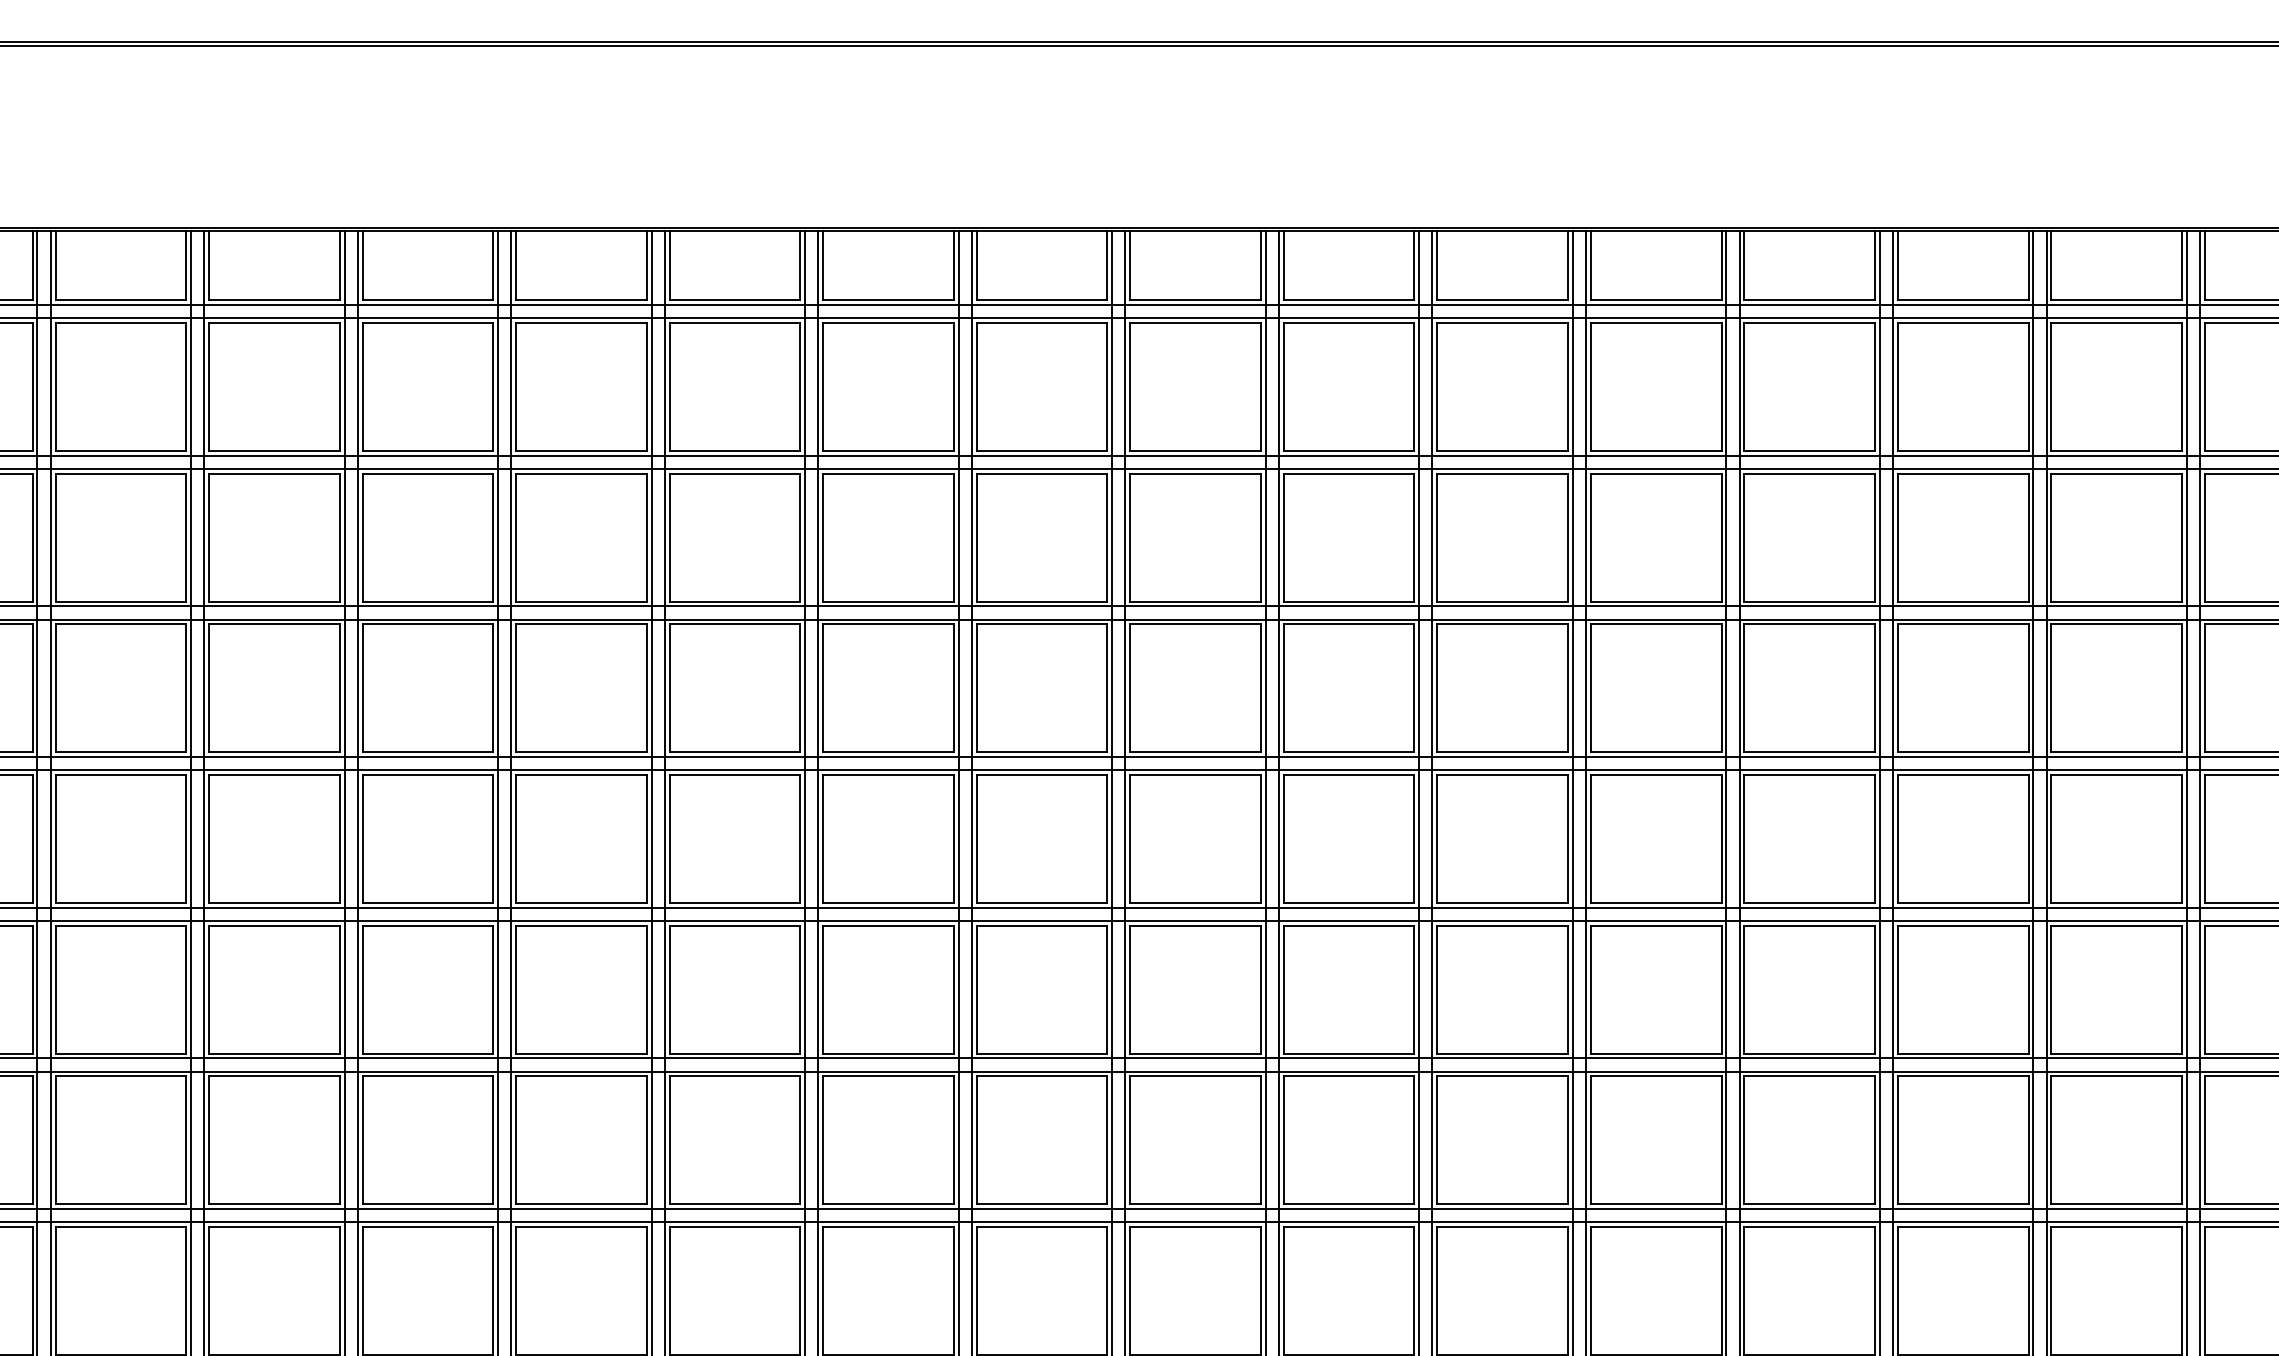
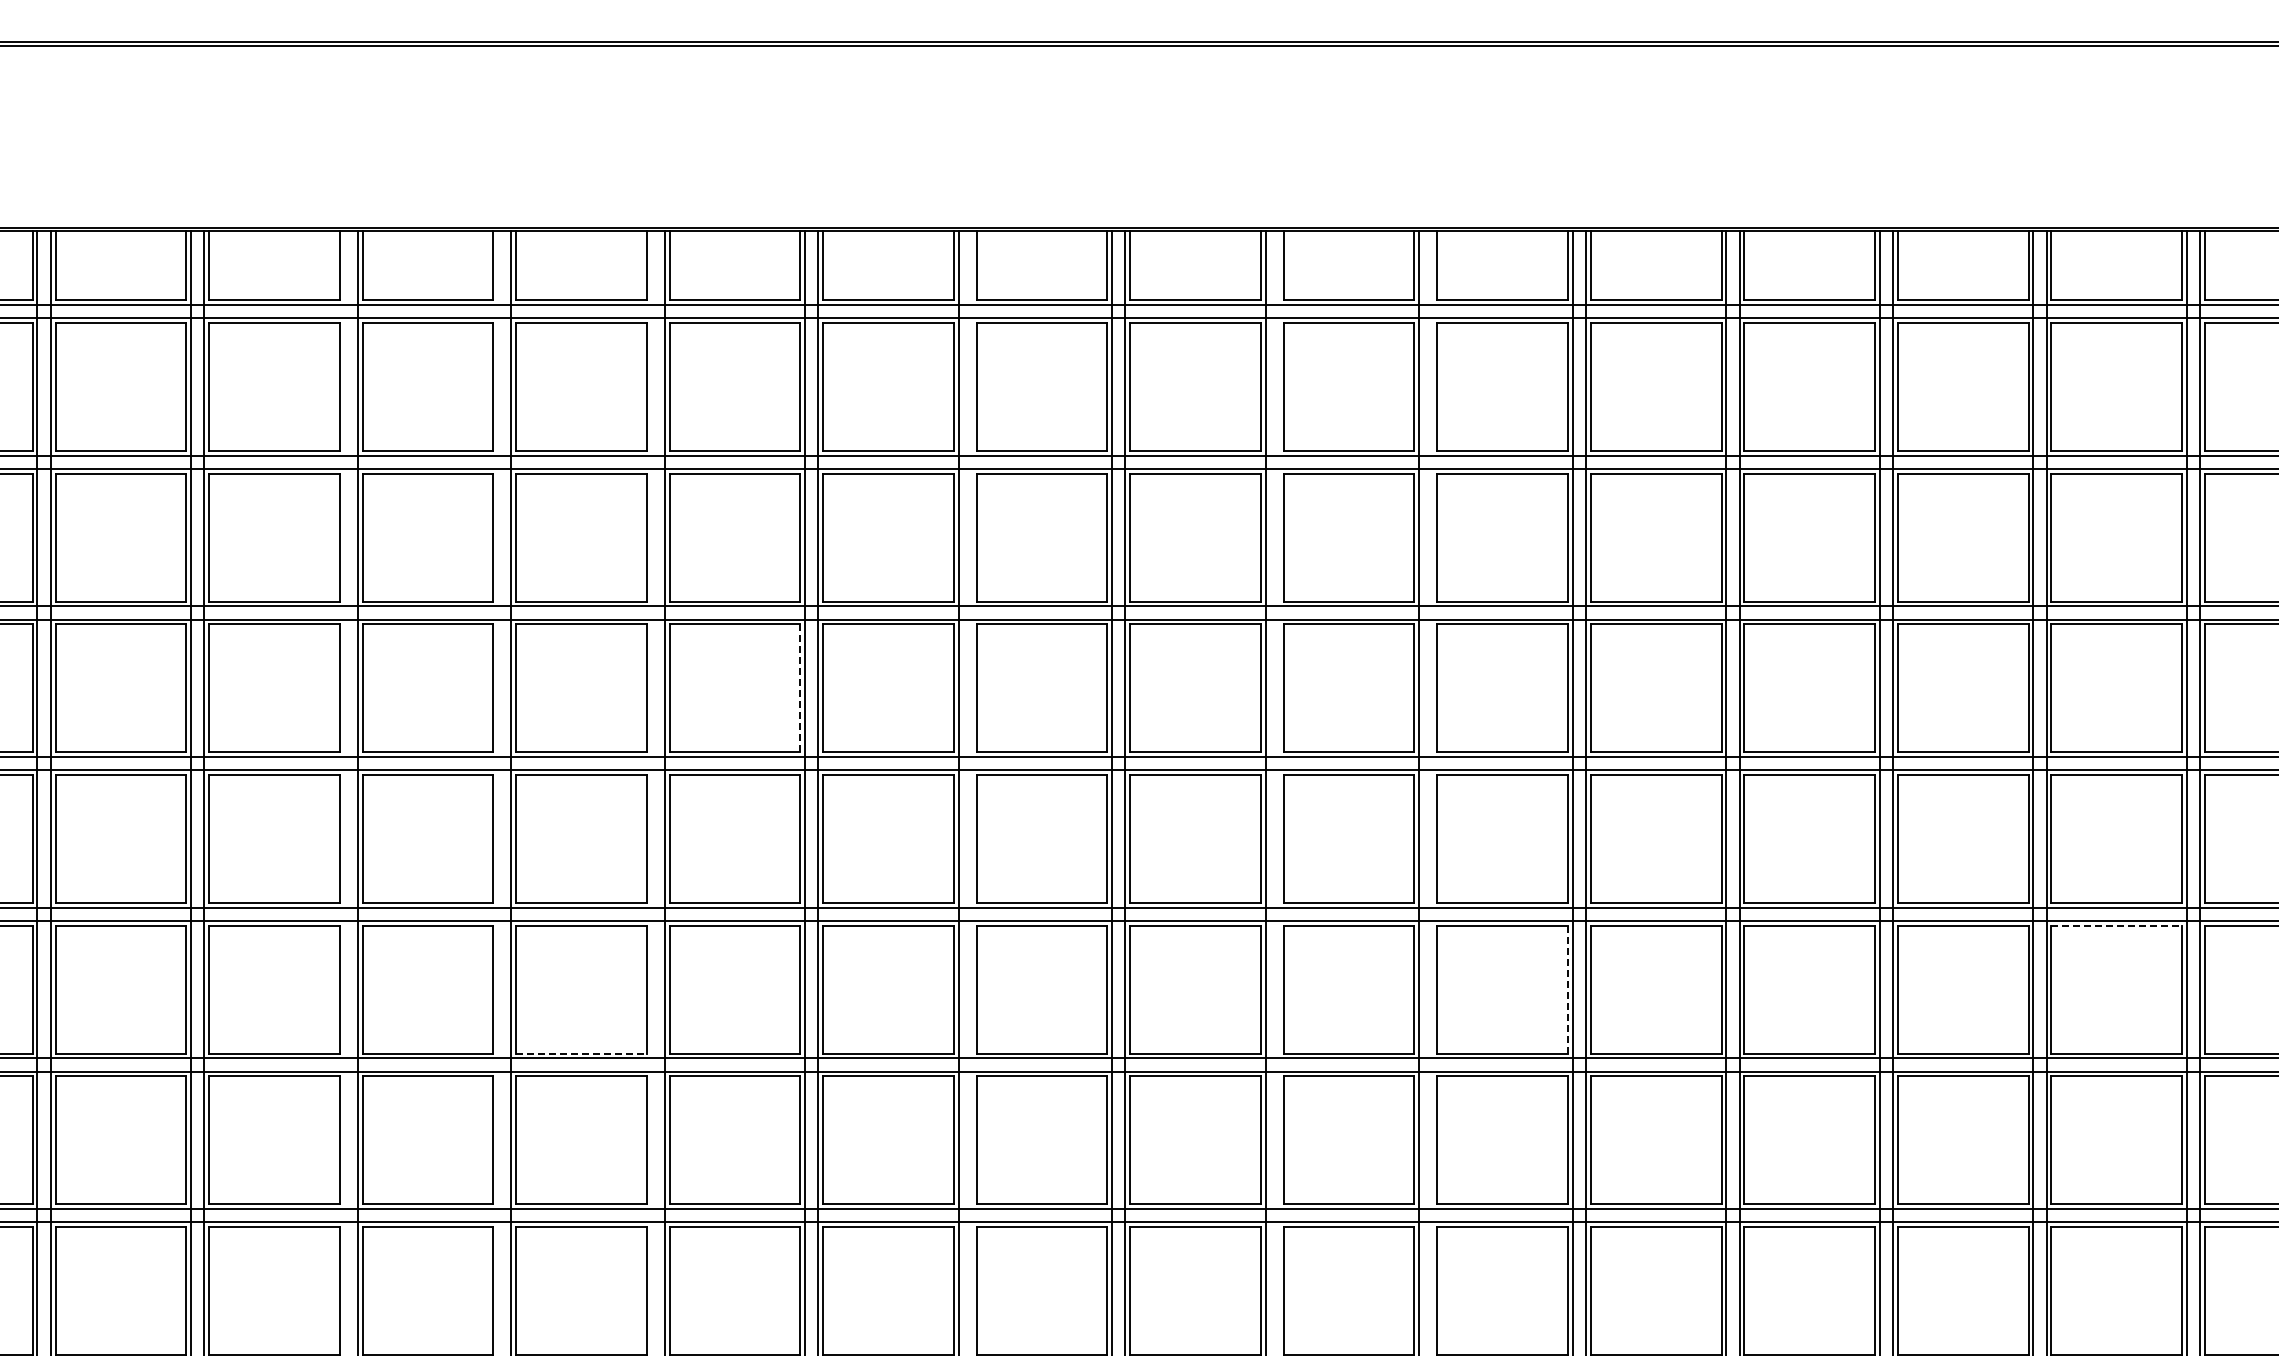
line at (800, 688): solid -> dashed
line at (344, 791): present -> none
line at (498, 791): present -> none
line at (651, 791): present -> none
line at (971, 791): present -> none
line at (1278, 791): present -> none
line at (1432, 791): present -> none
line at (2117, 925): solid -> dashed
line at (1567, 989): solid -> dashed
line at (581, 1053): solid -> dashed
